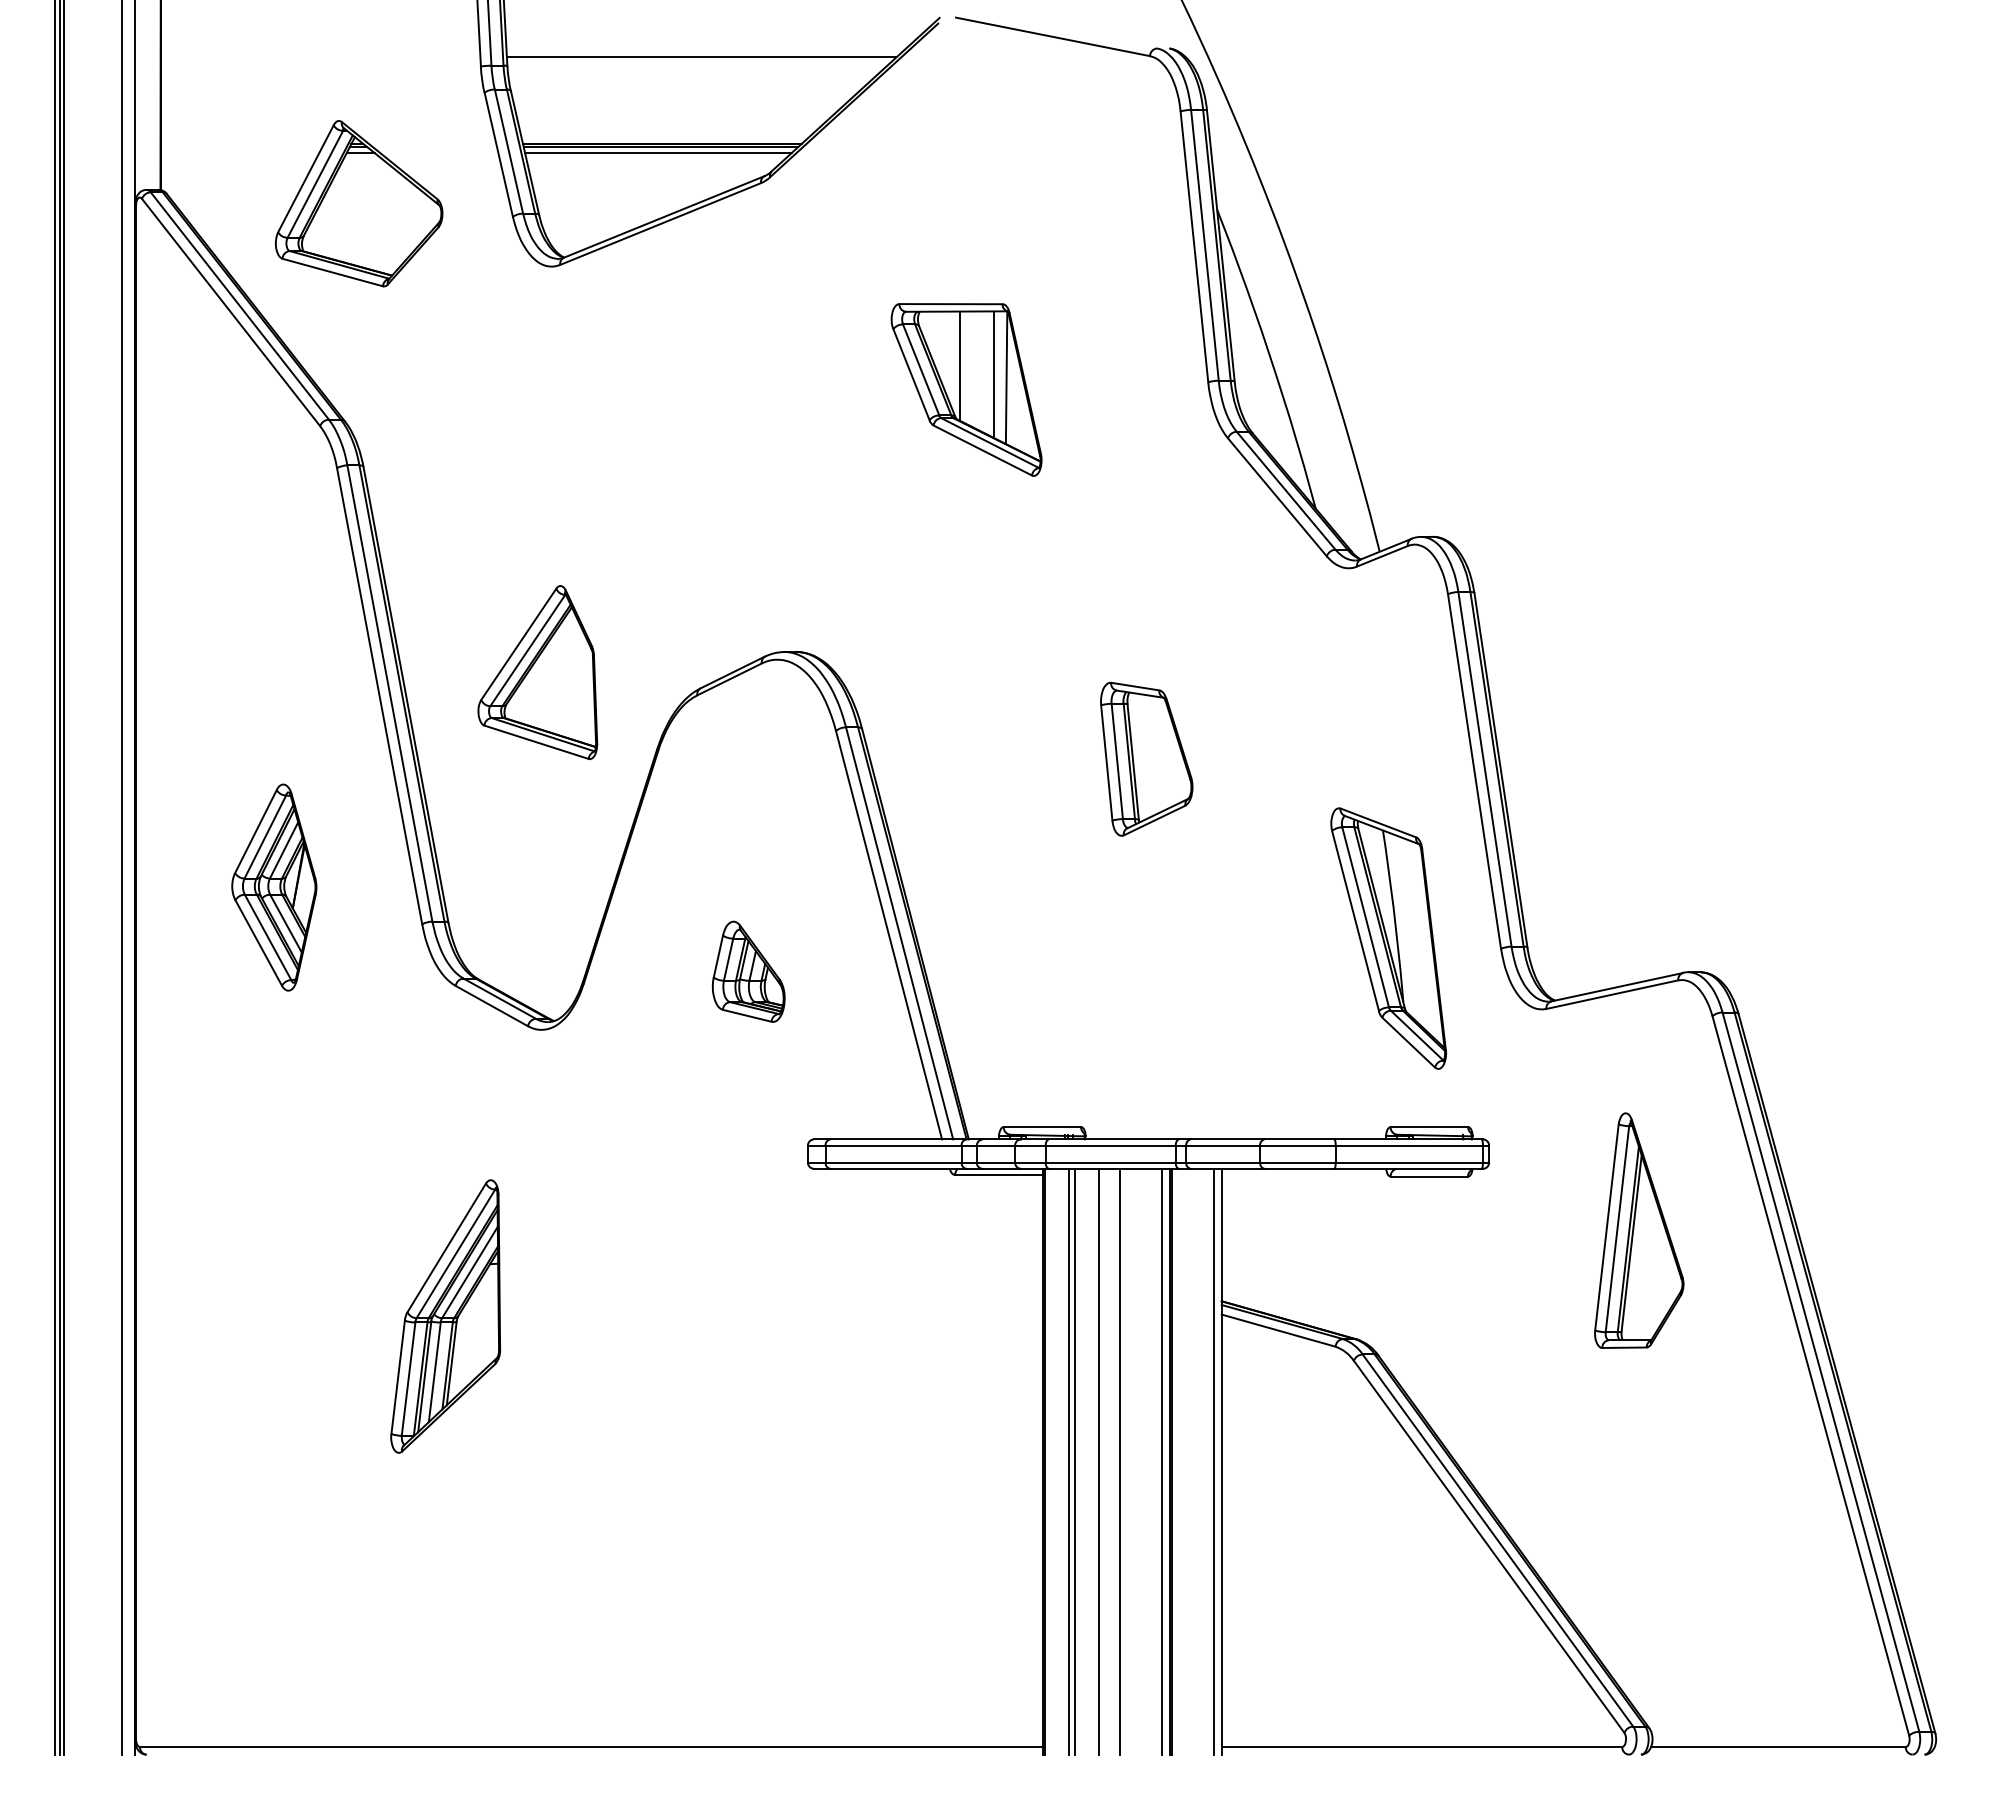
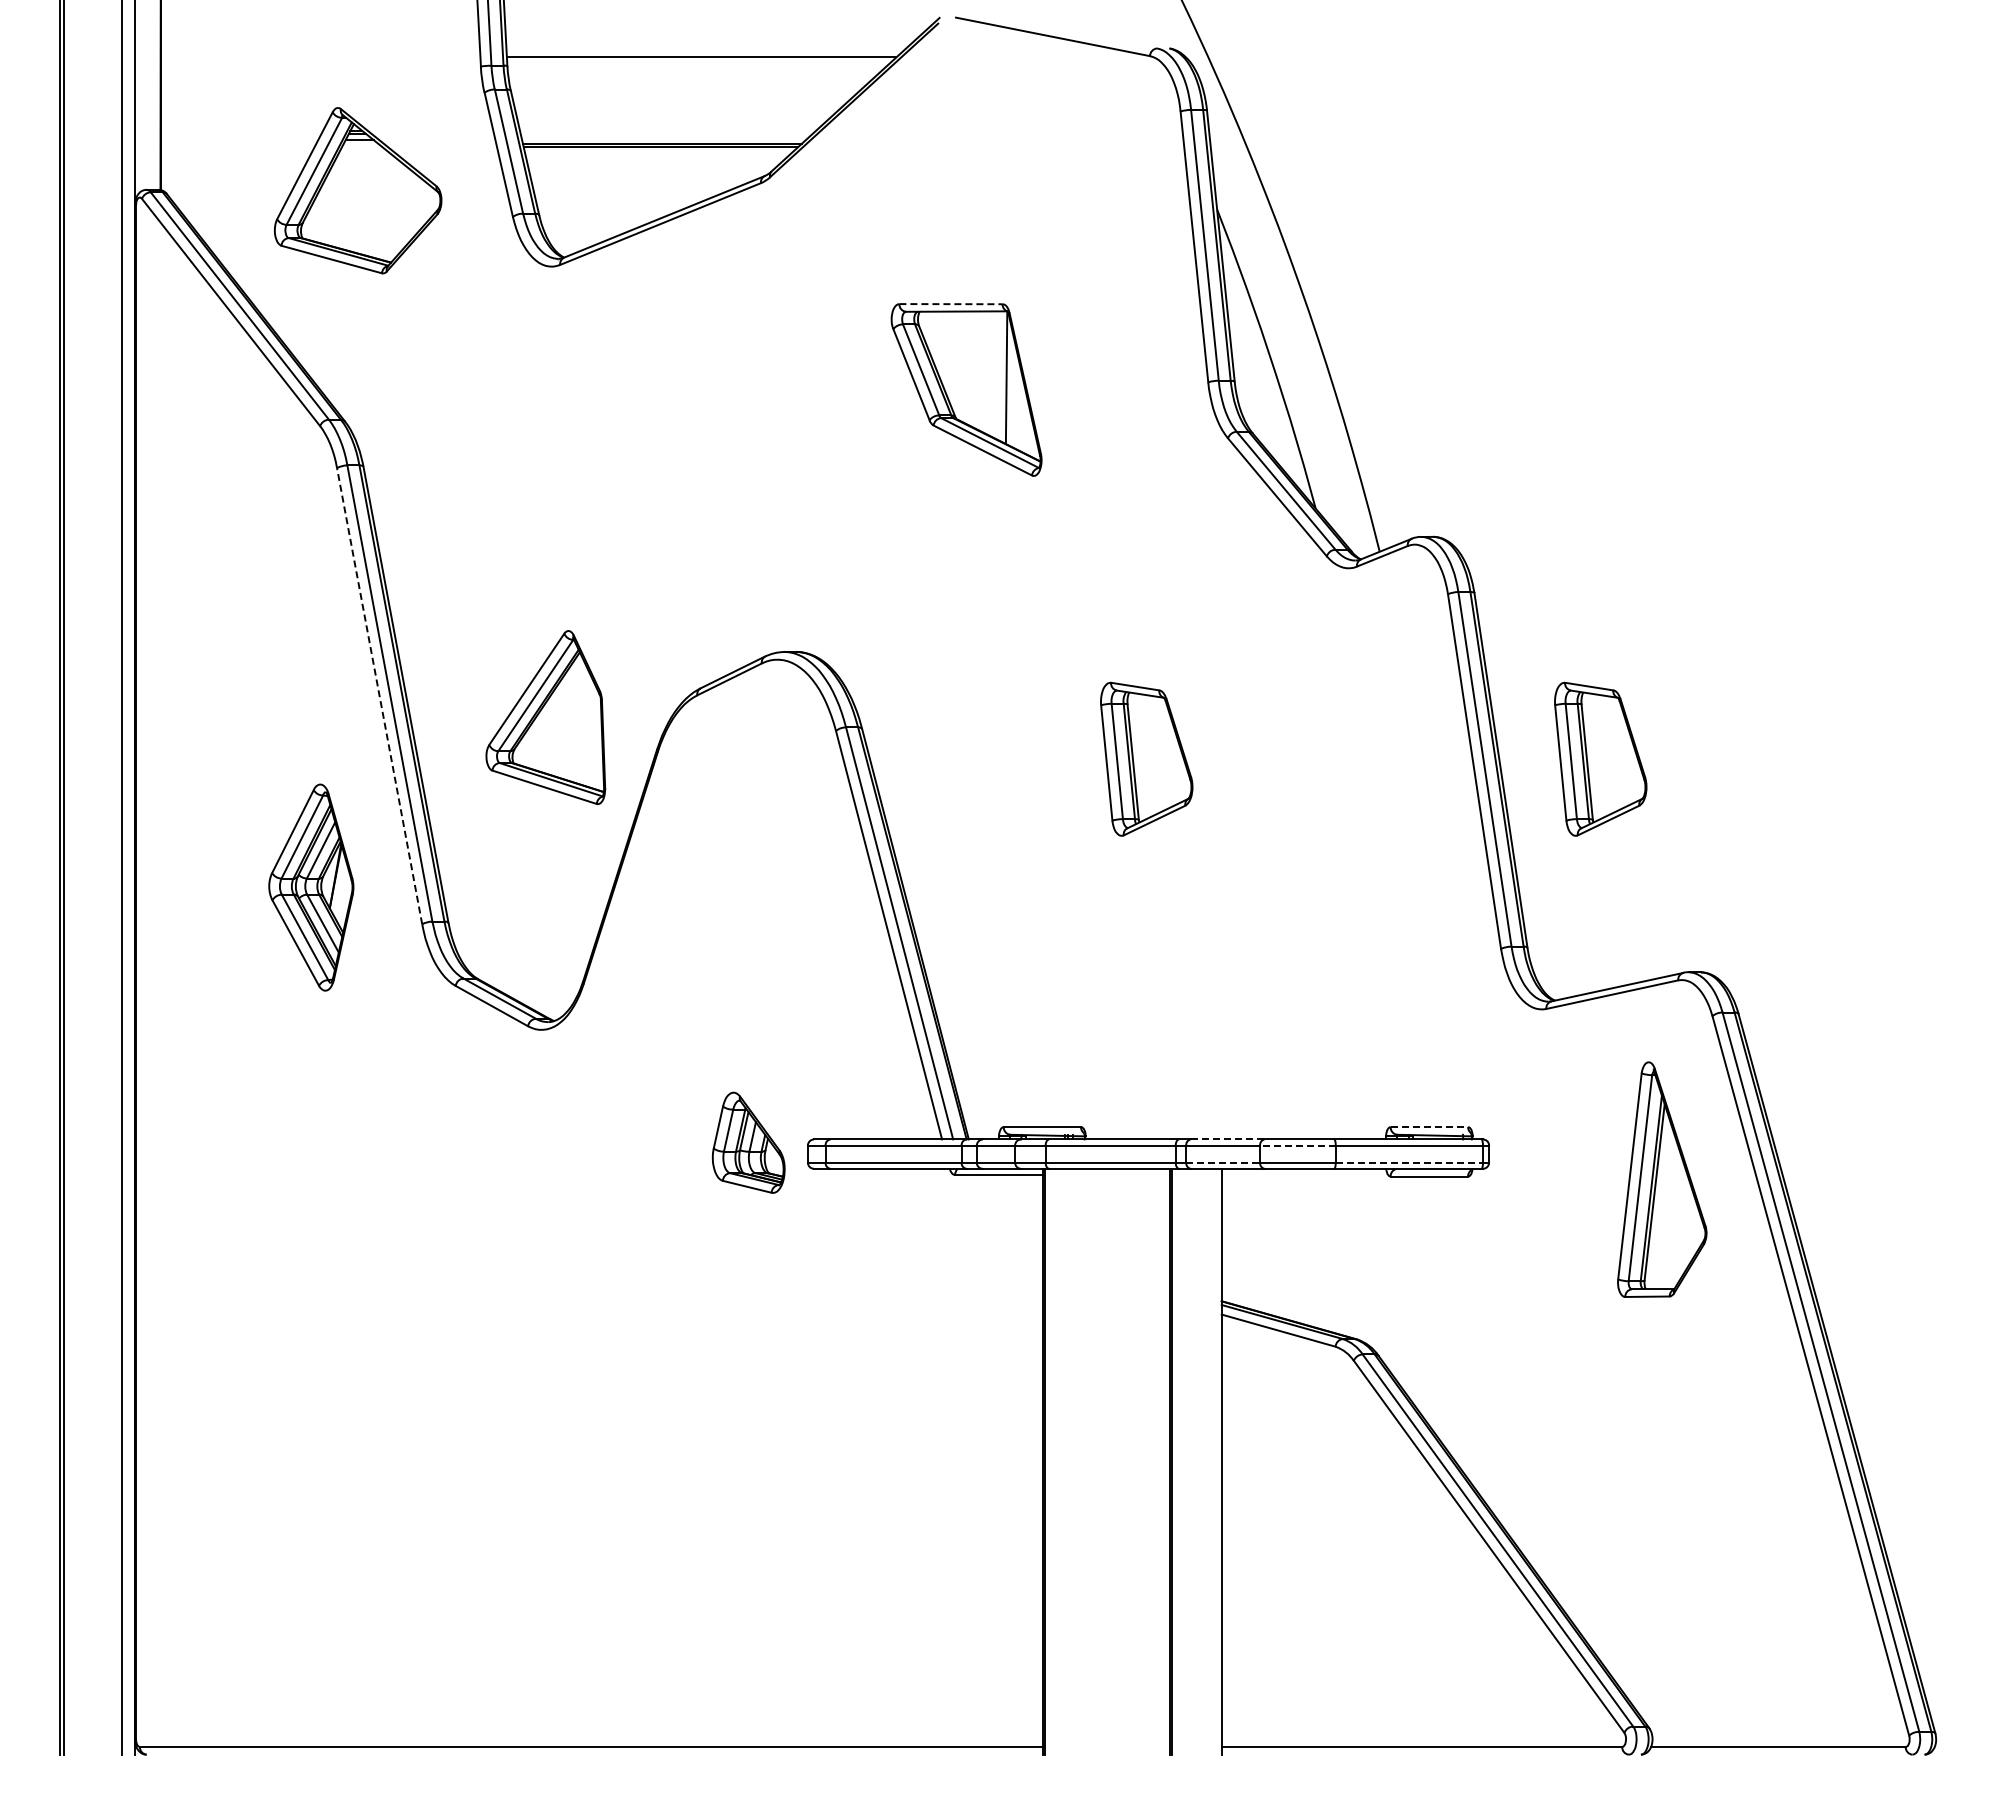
line at (658, 153): present -> none
part at (359, 203) position: (359, 203) -> (358, 190)
line at (951, 304): solid -> dashed
line at (960, 365): present -> none
line at (993, 374): present -> none
part at (537, 672) position: (537, 672) -> (545, 717)
line at (379, 695): solid -> dashed
part at (1600, 758): none -> present
line at (54, 878): present -> none
part at (274, 887) position: (274, 887) -> (311, 887)
part at (1388, 938): present -> none
part at (748, 971) position: (748, 971) -> (748, 1142)
line at (1429, 1127): solid -> dashed
line at (1227, 1139): solid -> dashed
line at (1298, 1145): solid -> dashed
line at (1223, 1162): solid -> dashed
line at (1409, 1162): solid -> dashed
part at (1639, 1230) position: (1639, 1230) -> (1662, 1179)
part at (445, 1316): present -> none
line at (1068, 1461): present -> none
line at (1075, 1461): present -> none
line at (1099, 1461): present -> none
line at (1120, 1461): present -> none
line at (1161, 1461): present -> none
line at (1213, 1461): present -> none
